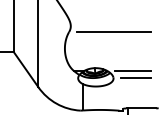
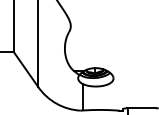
line at (113, 32): present -> none
line at (132, 71): present -> none
line at (135, 77): present -> none
